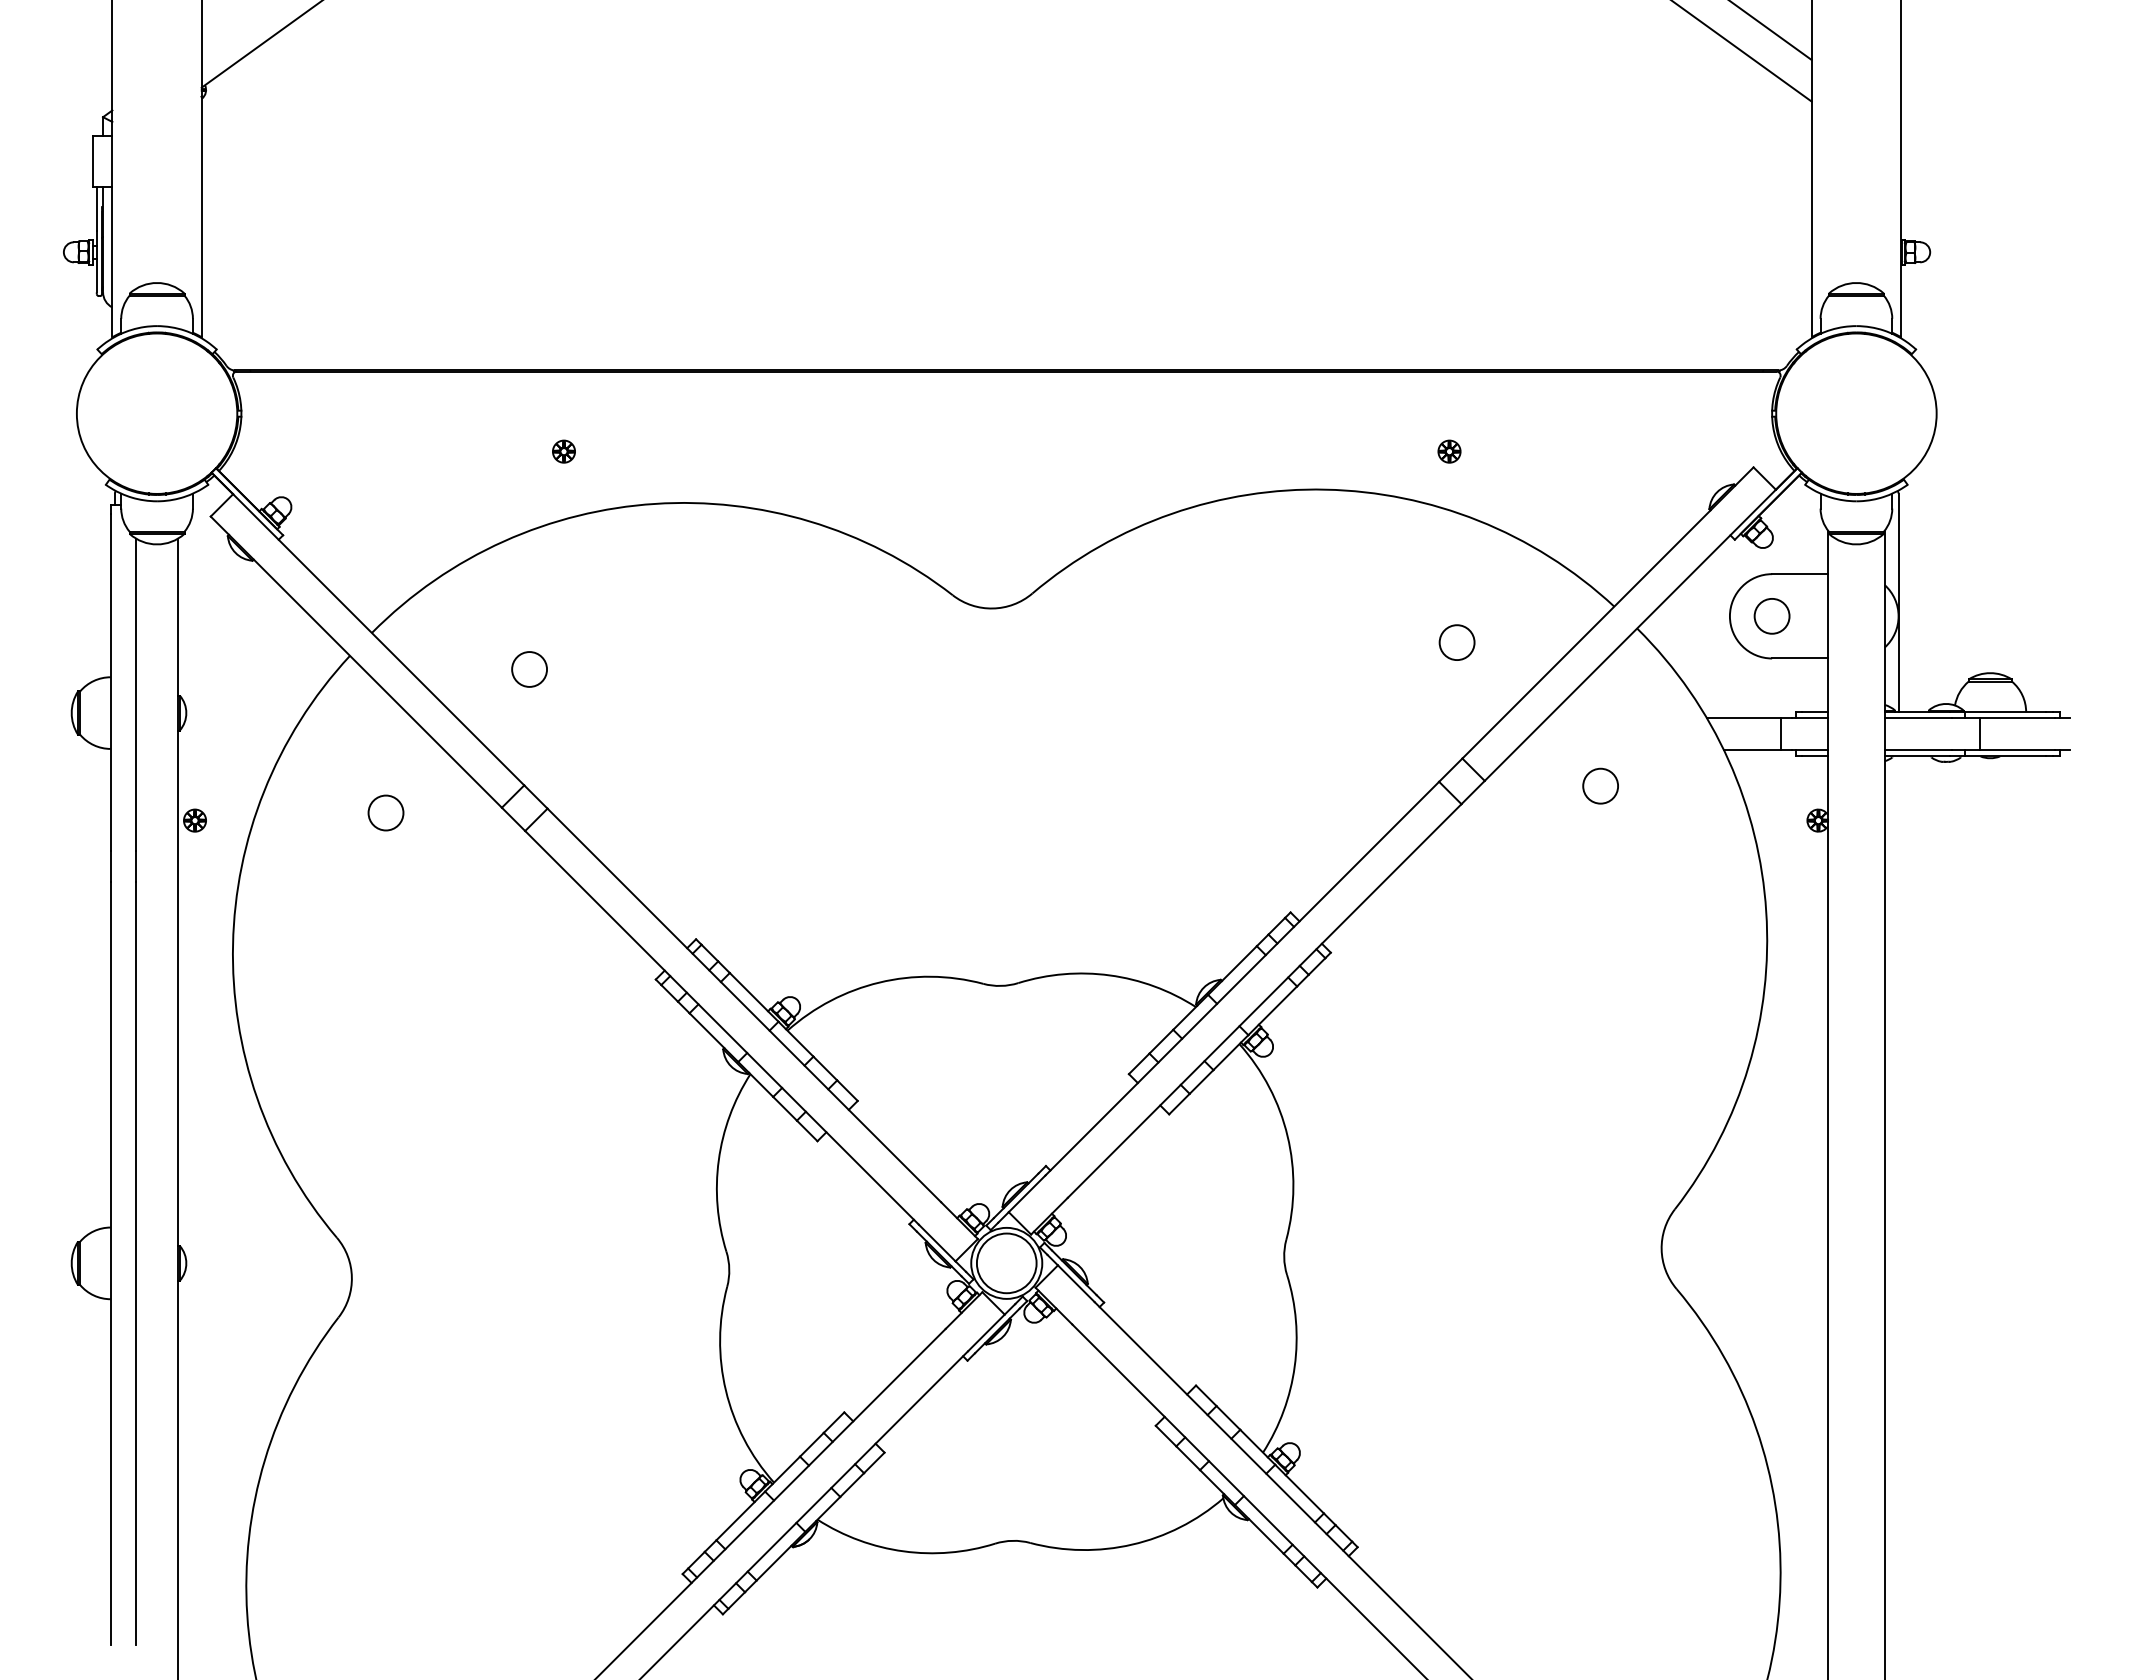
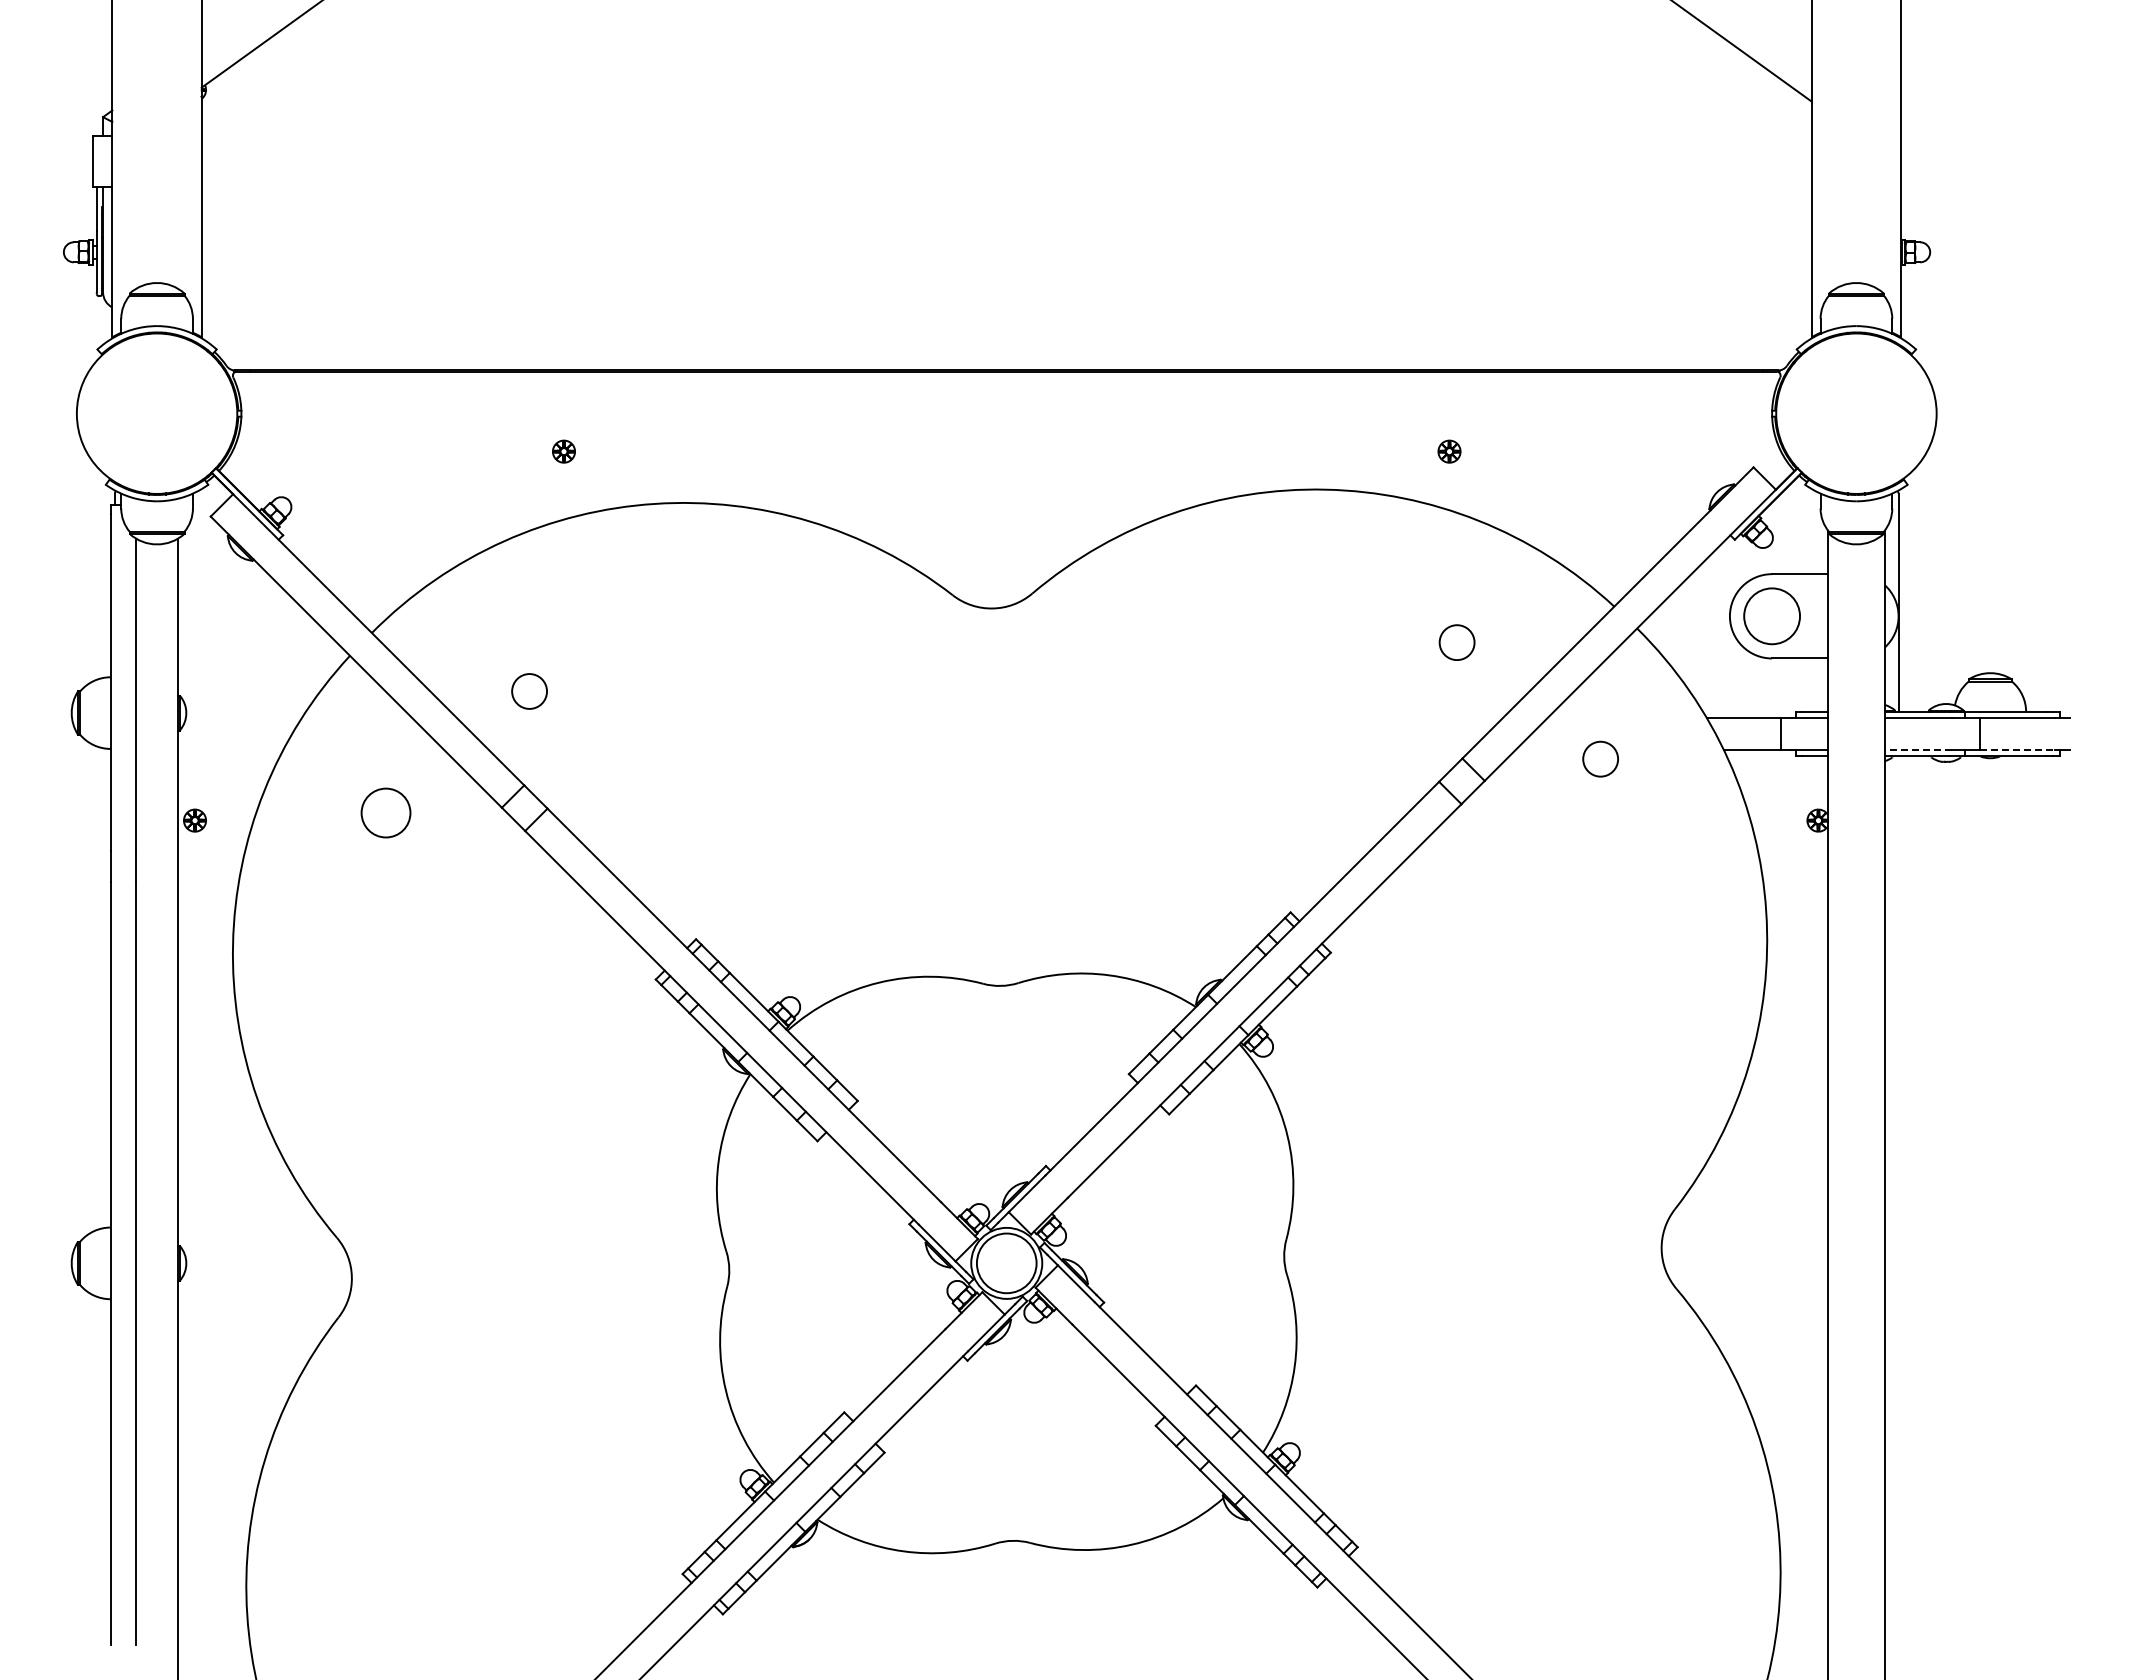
line at (1771, 31): present -> none
circle at (1771, 615) diameter: 35 px -> 56 px
circle at (529, 669) position: (529, 669) -> (529, 691)
line at (1918, 750): solid -> dashed
line at (2018, 750): solid -> dashed
circle at (1600, 785) position: (1600, 785) -> (1600, 758)
circle at (385, 812) size: 38x38 px -> 52x52 px
